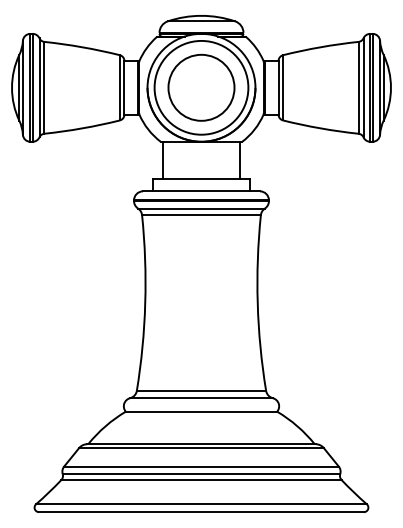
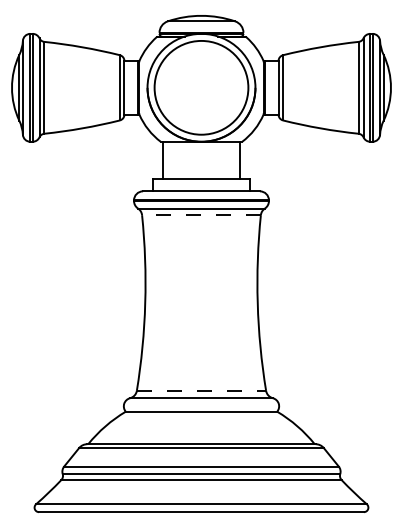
circle at (201, 87): present -> none
line at (201, 215): solid -> dashed
line at (201, 390): solid -> dashed
